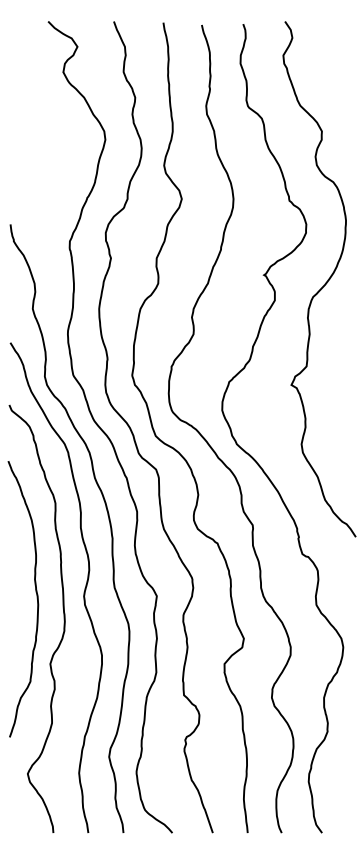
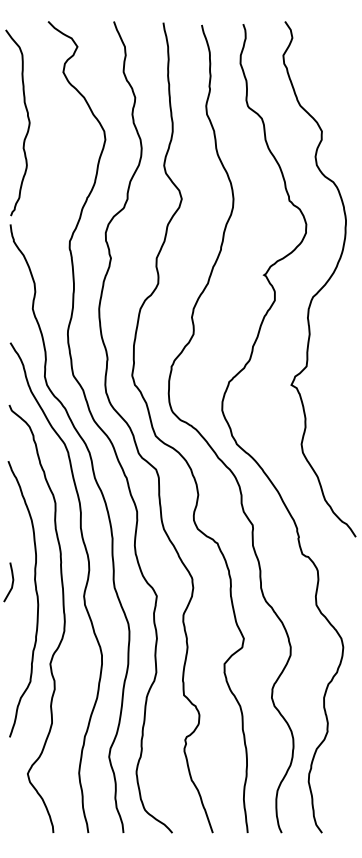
curve at (27, 118): none -> present
curve at (11, 583): none -> present
